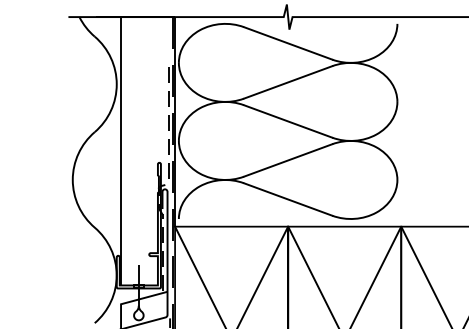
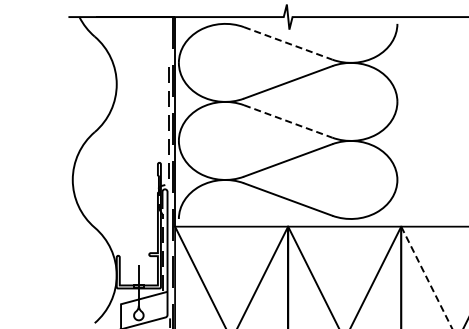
line at (288, 43): solid -> dashed
line at (288, 121): solid -> dashed
line at (121, 151): present -> none
line at (426, 277): solid -> dashed
